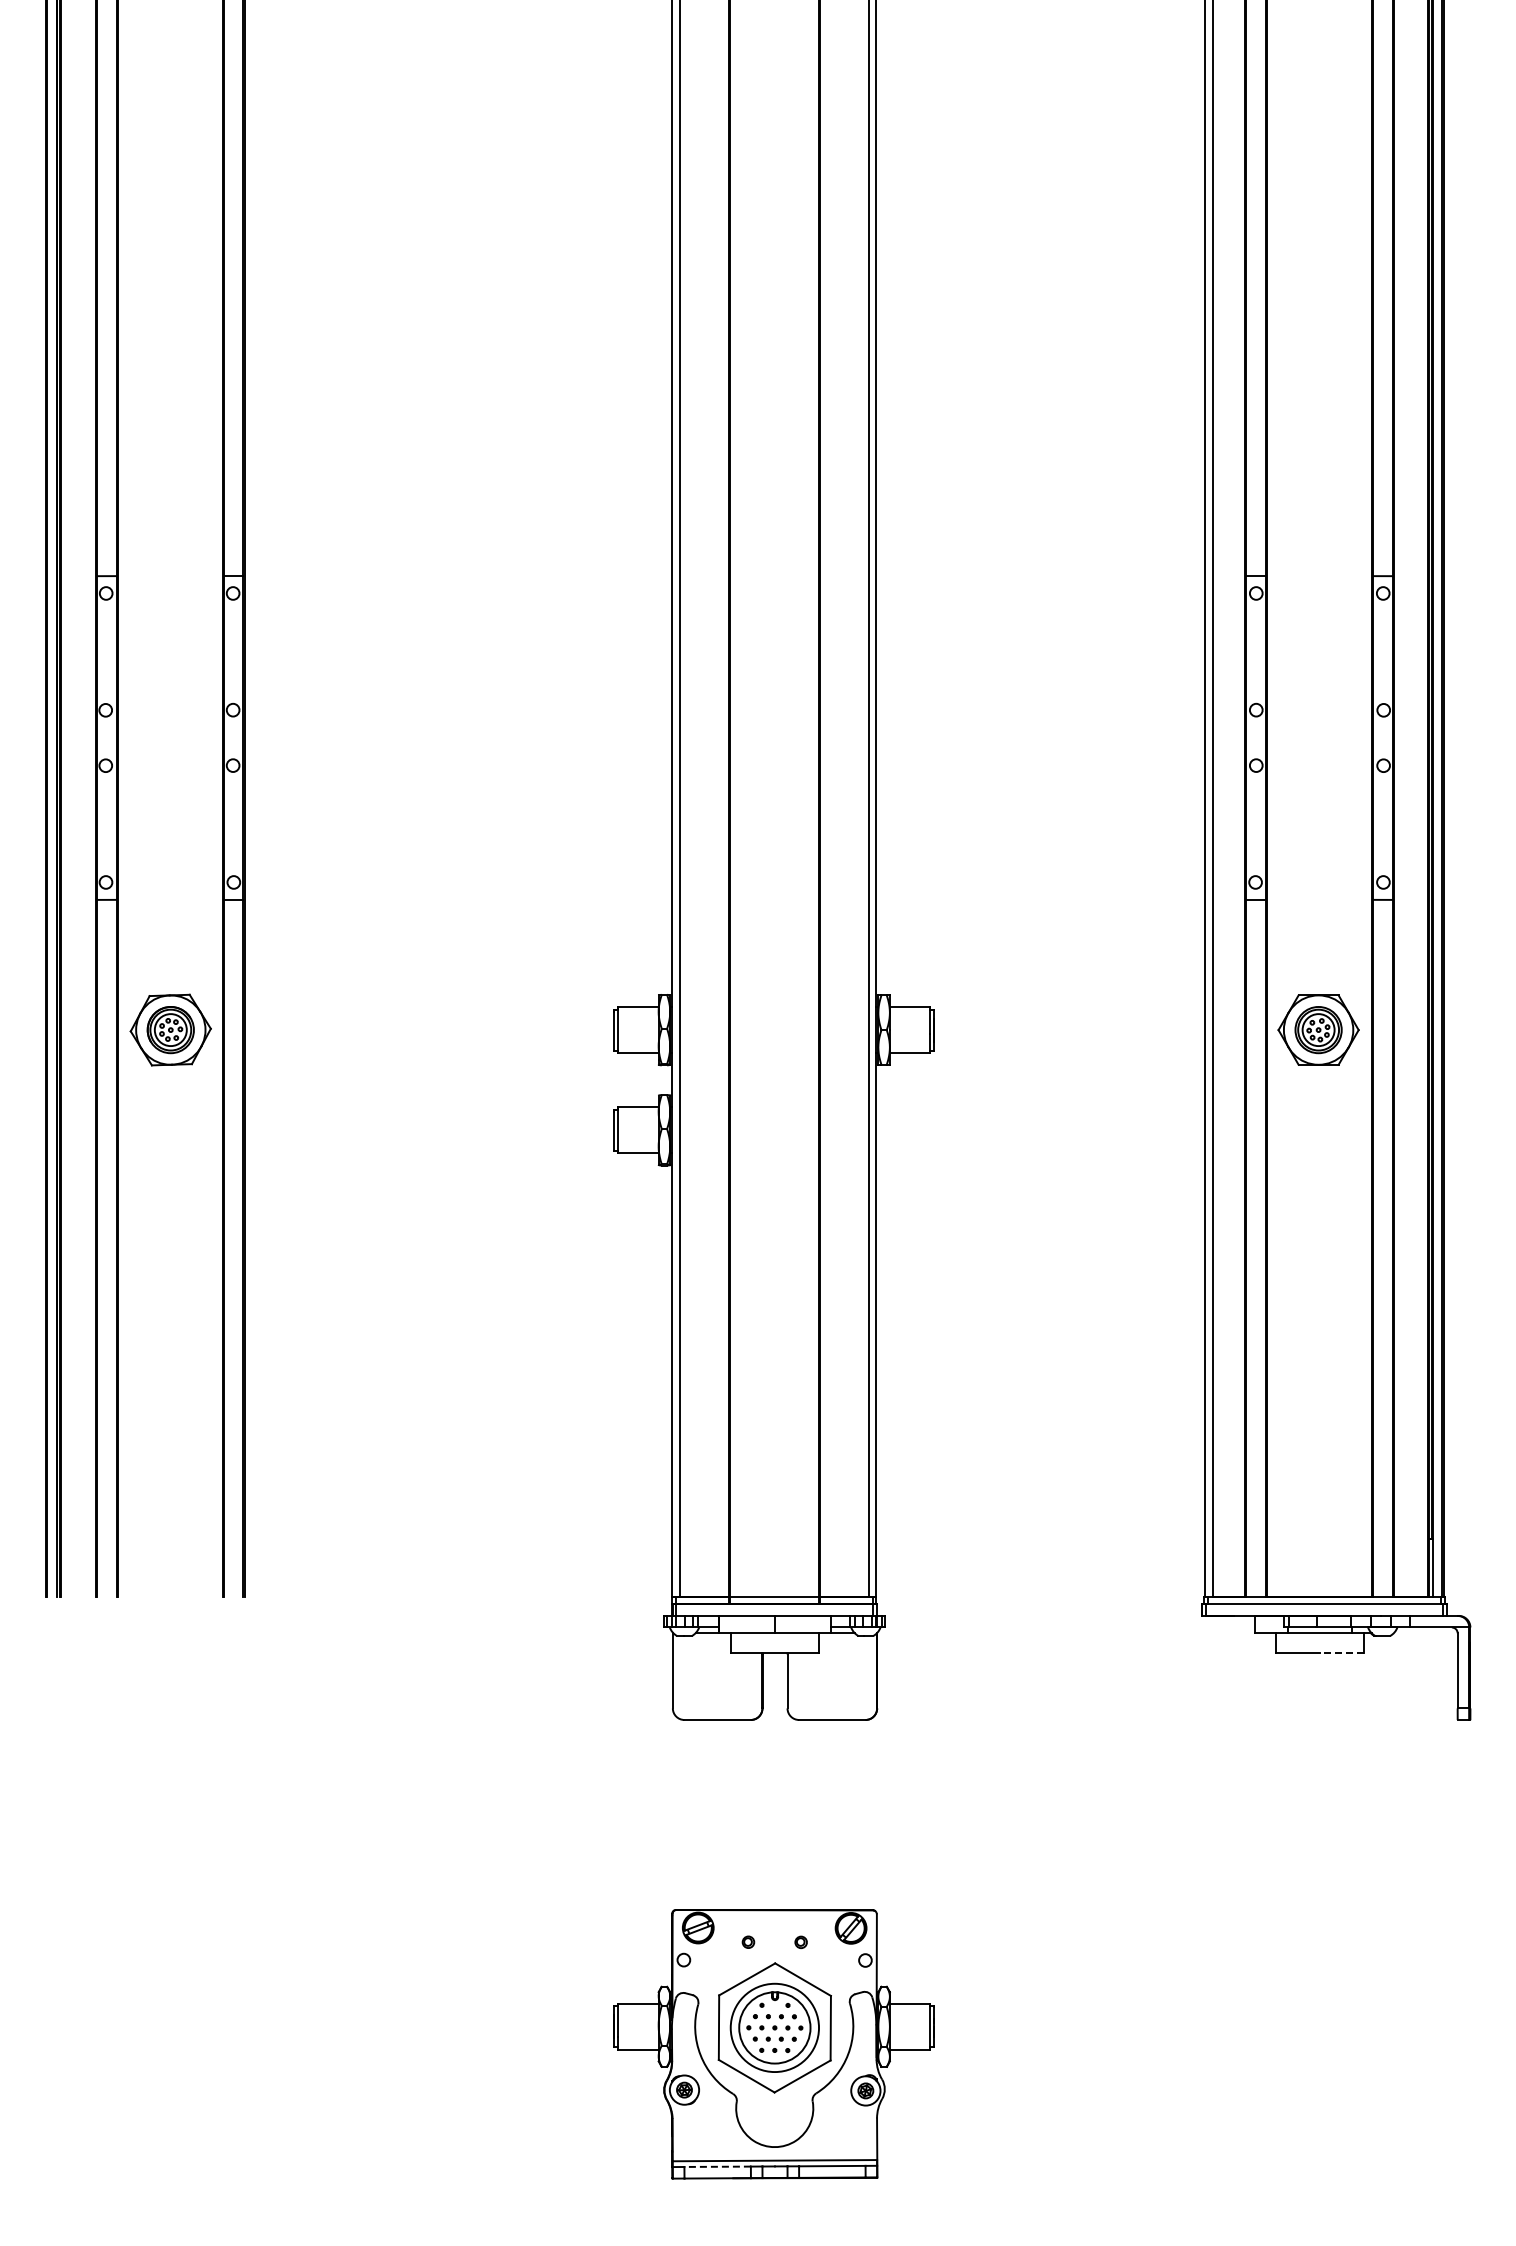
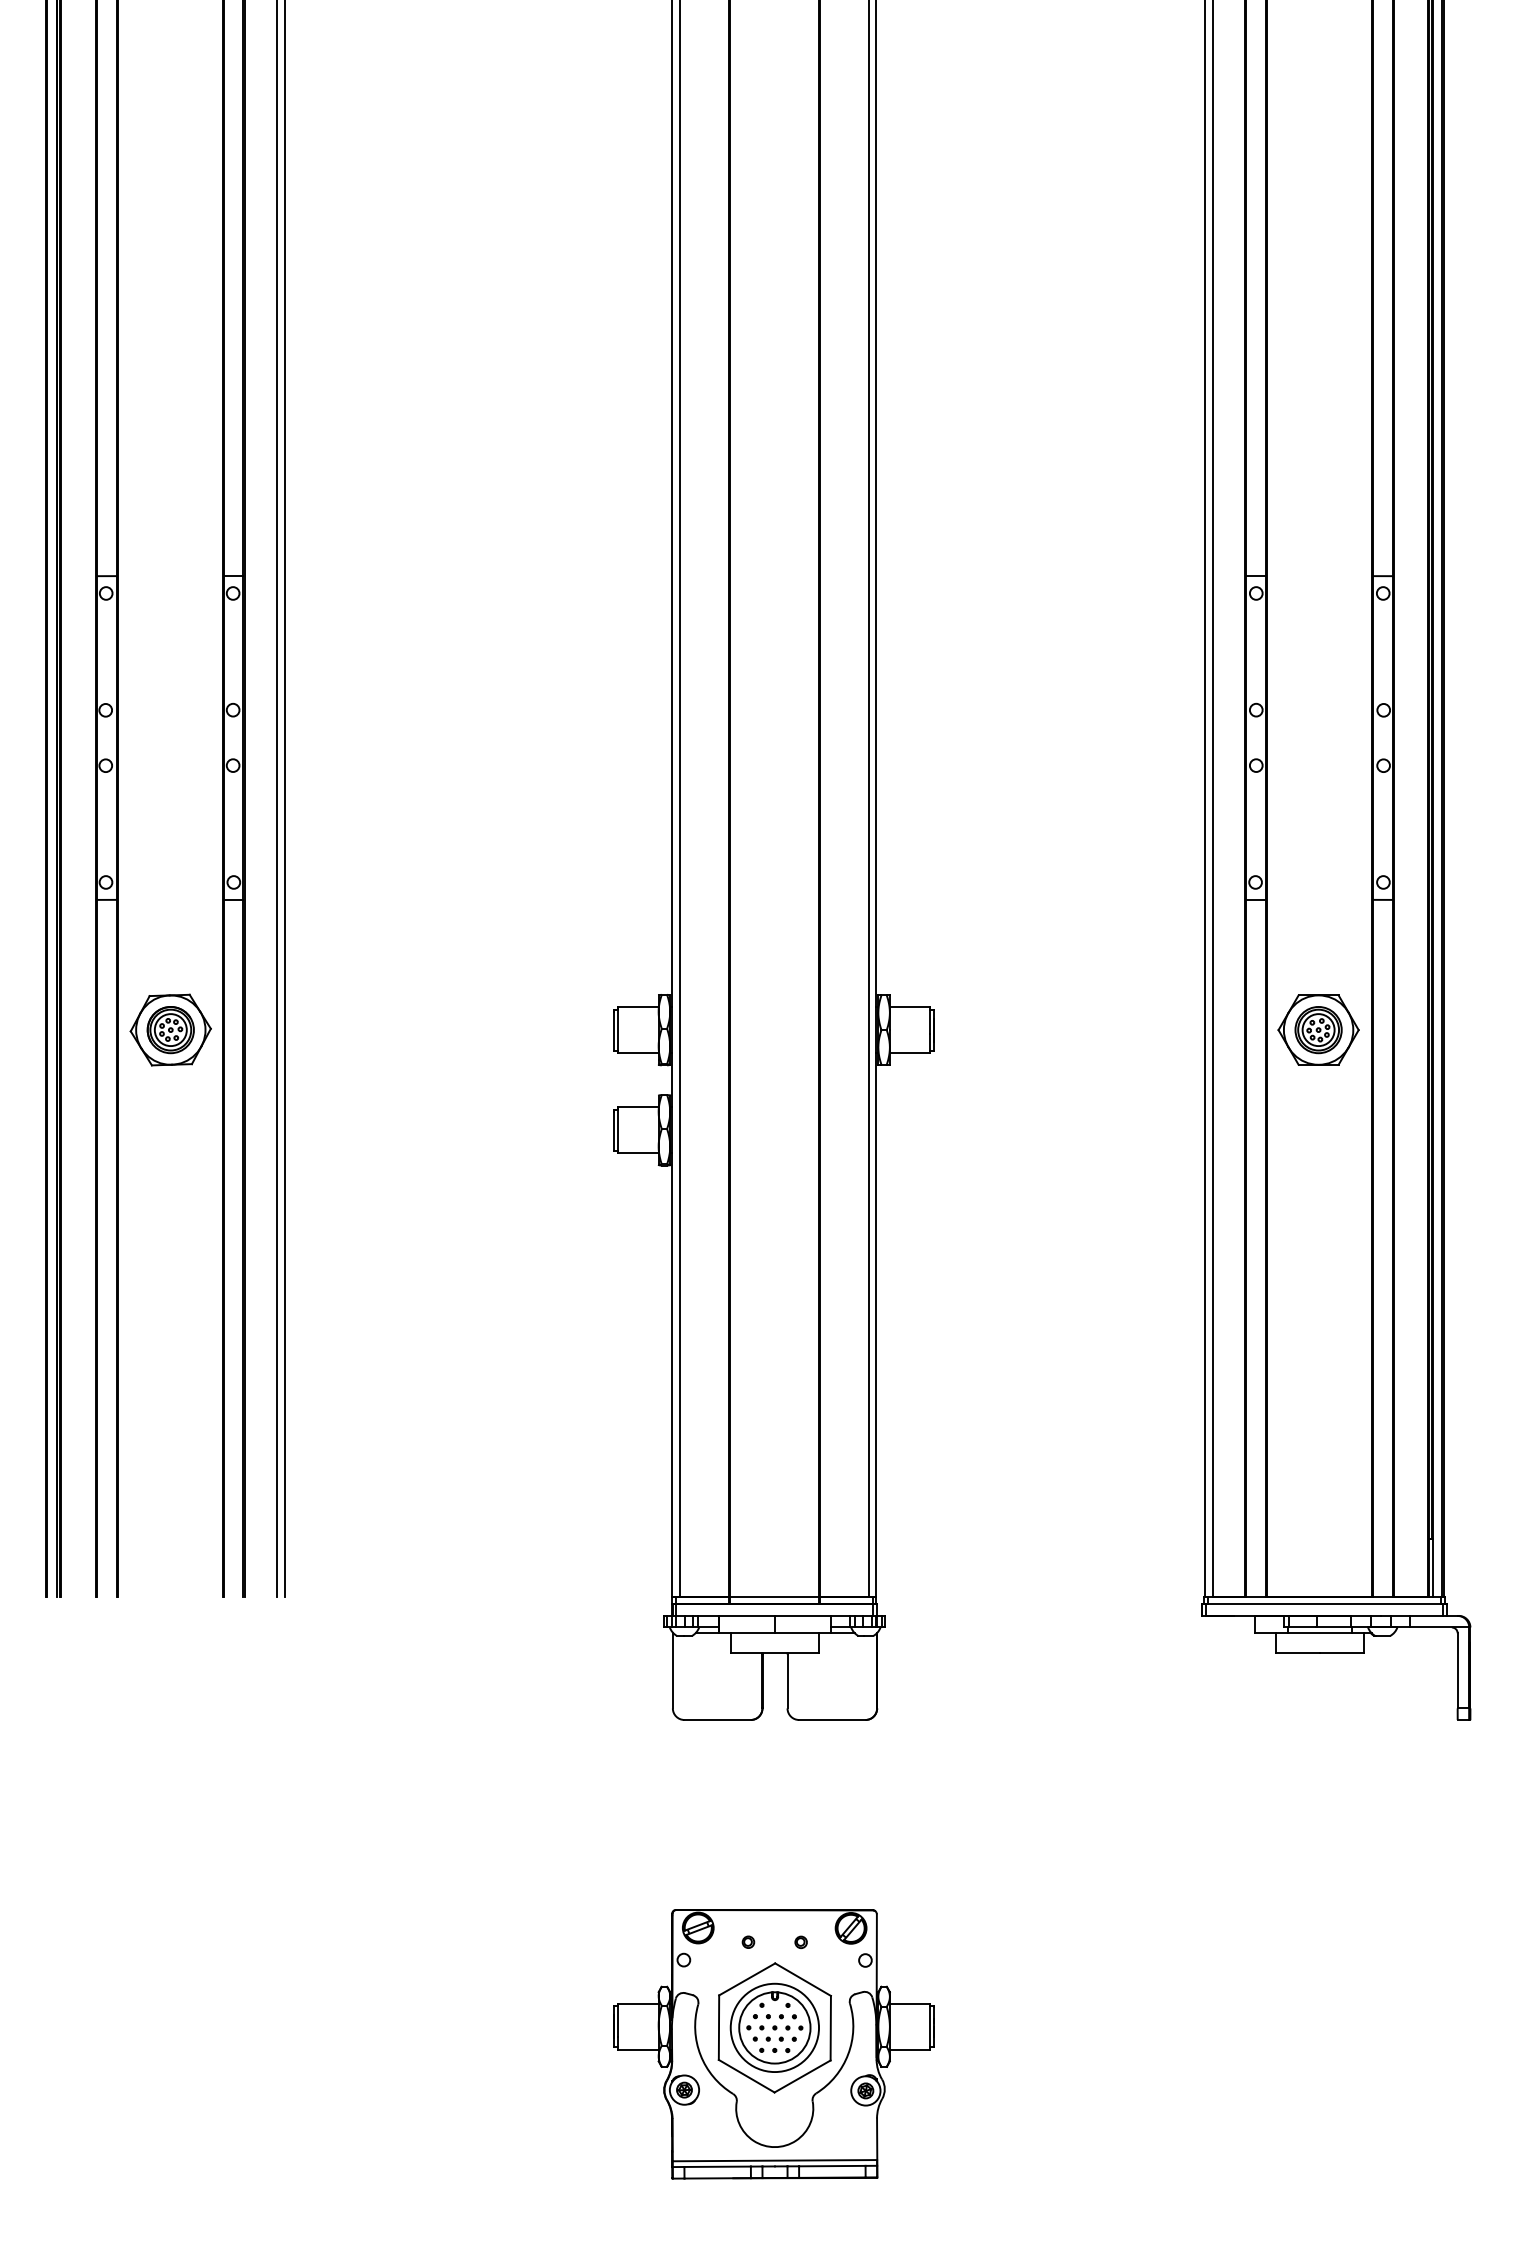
line at (276, 799): none -> present
line at (284, 799): none -> present
line at (1341, 1652): dashed -> solid
line at (717, 2166): dashed -> solid
